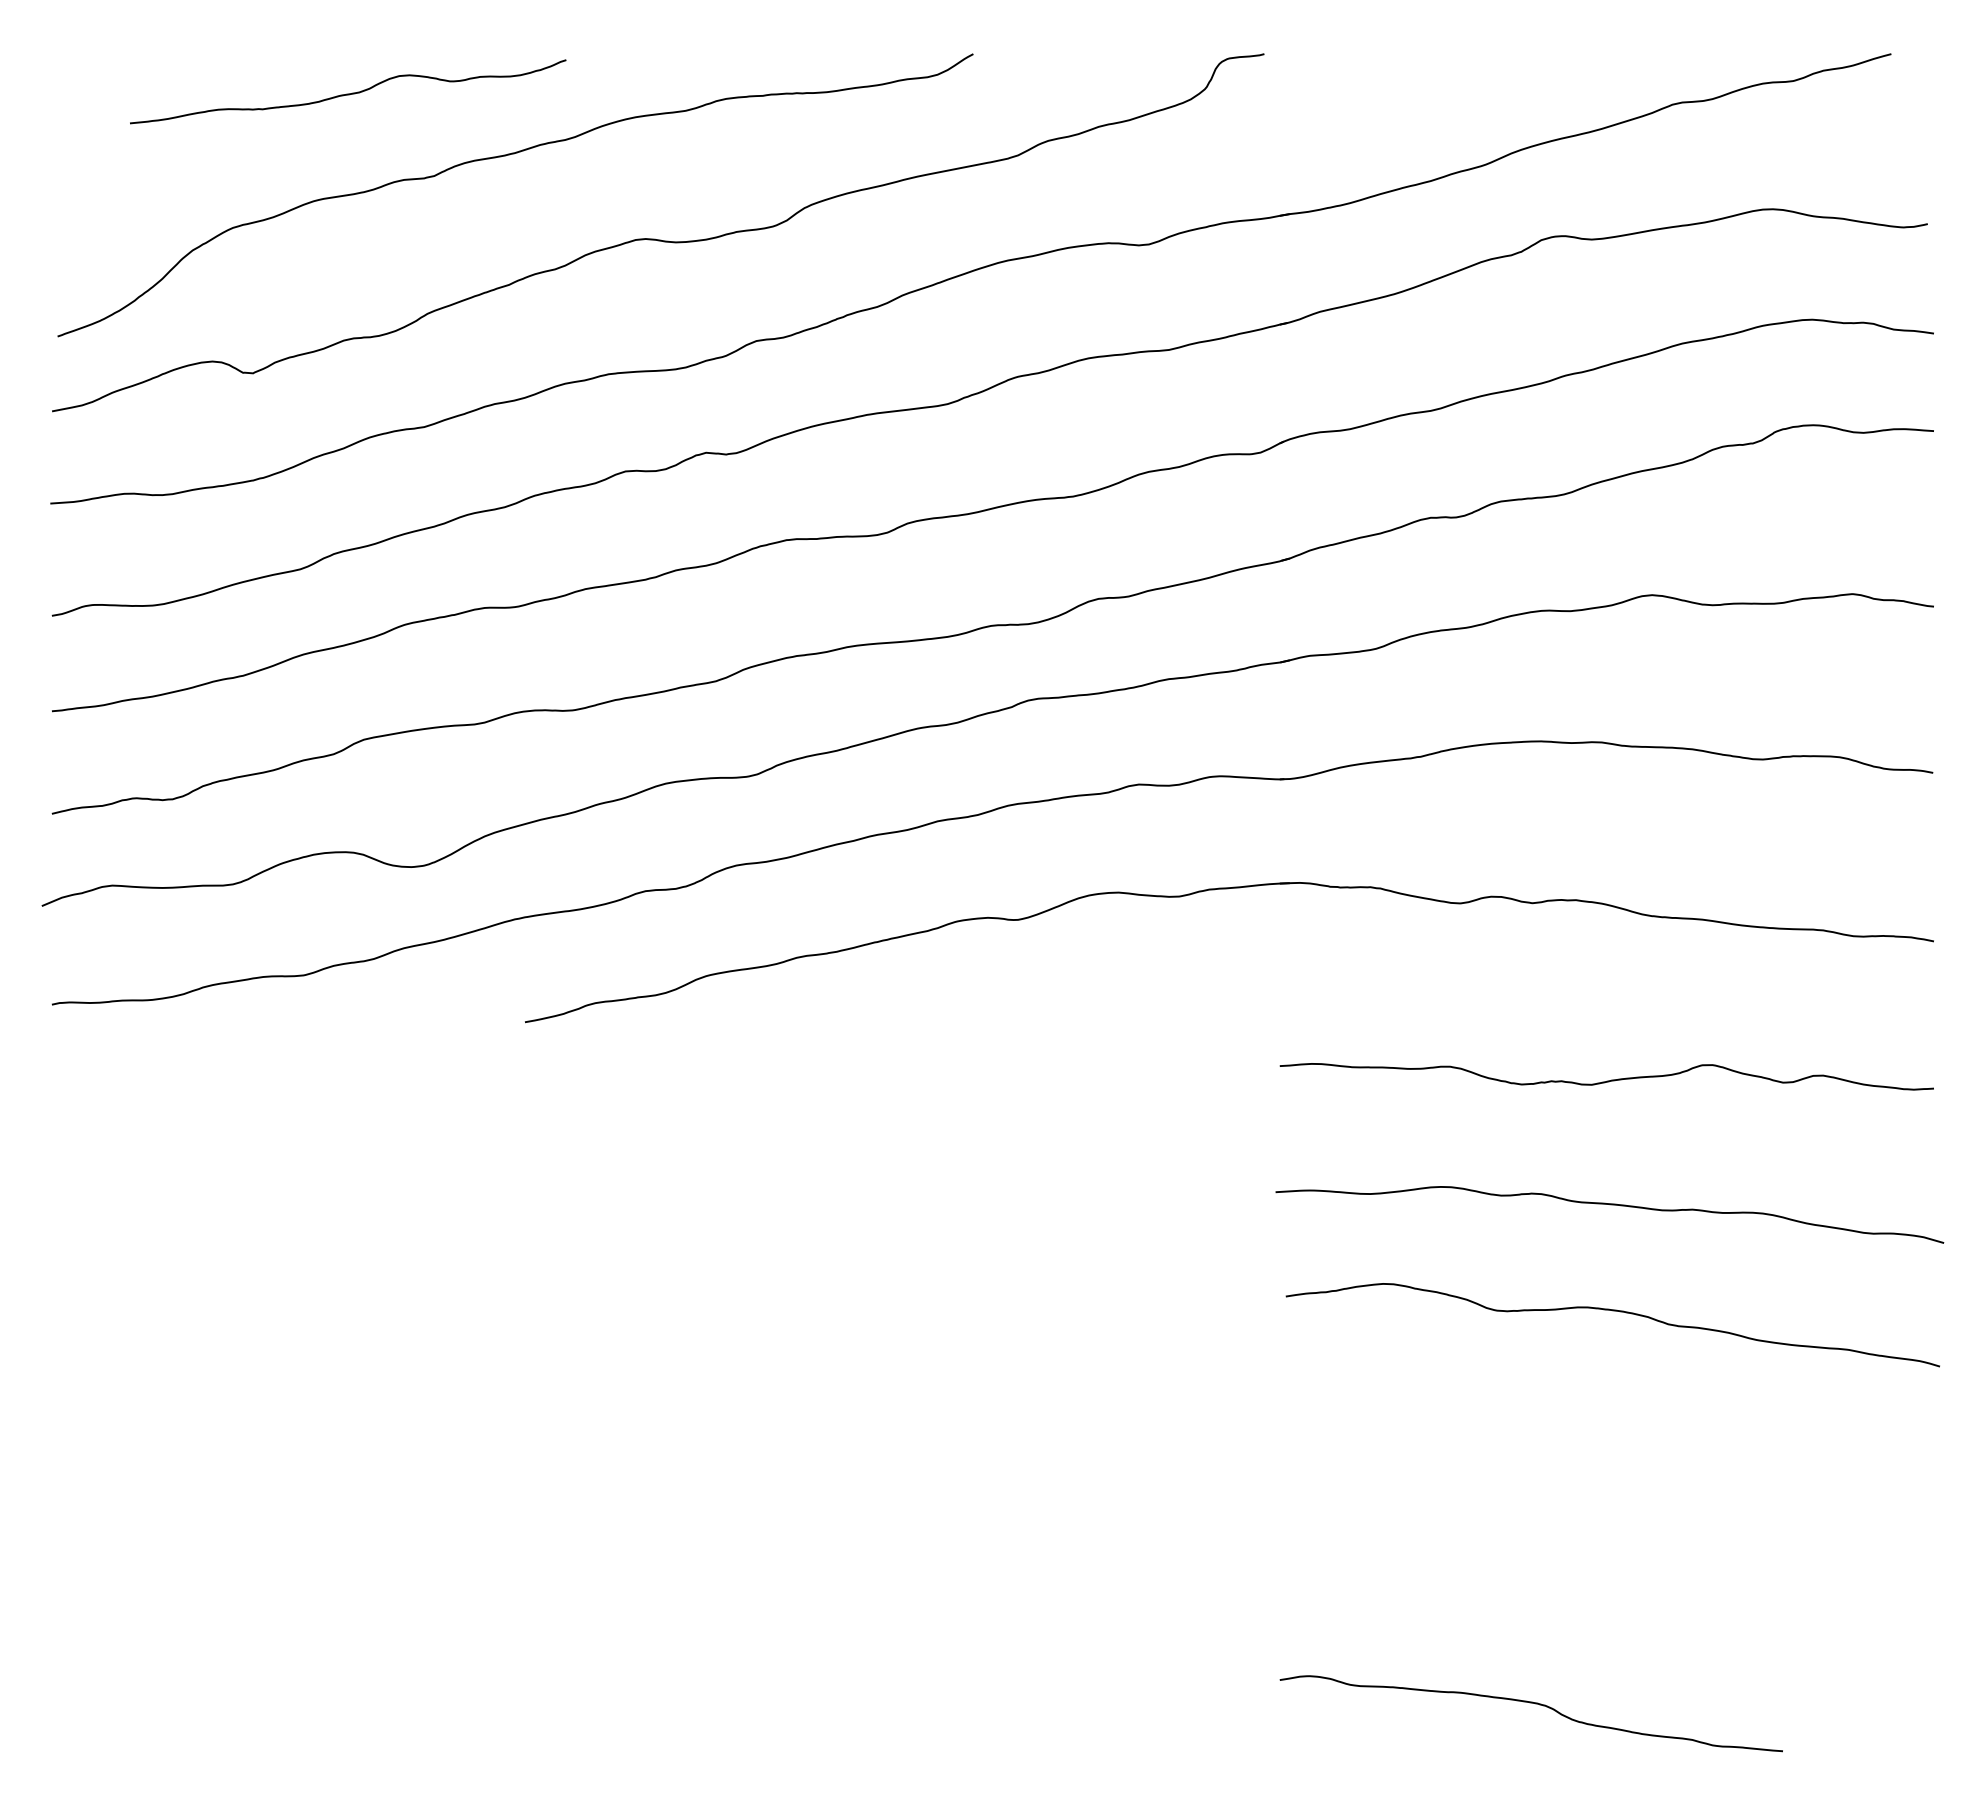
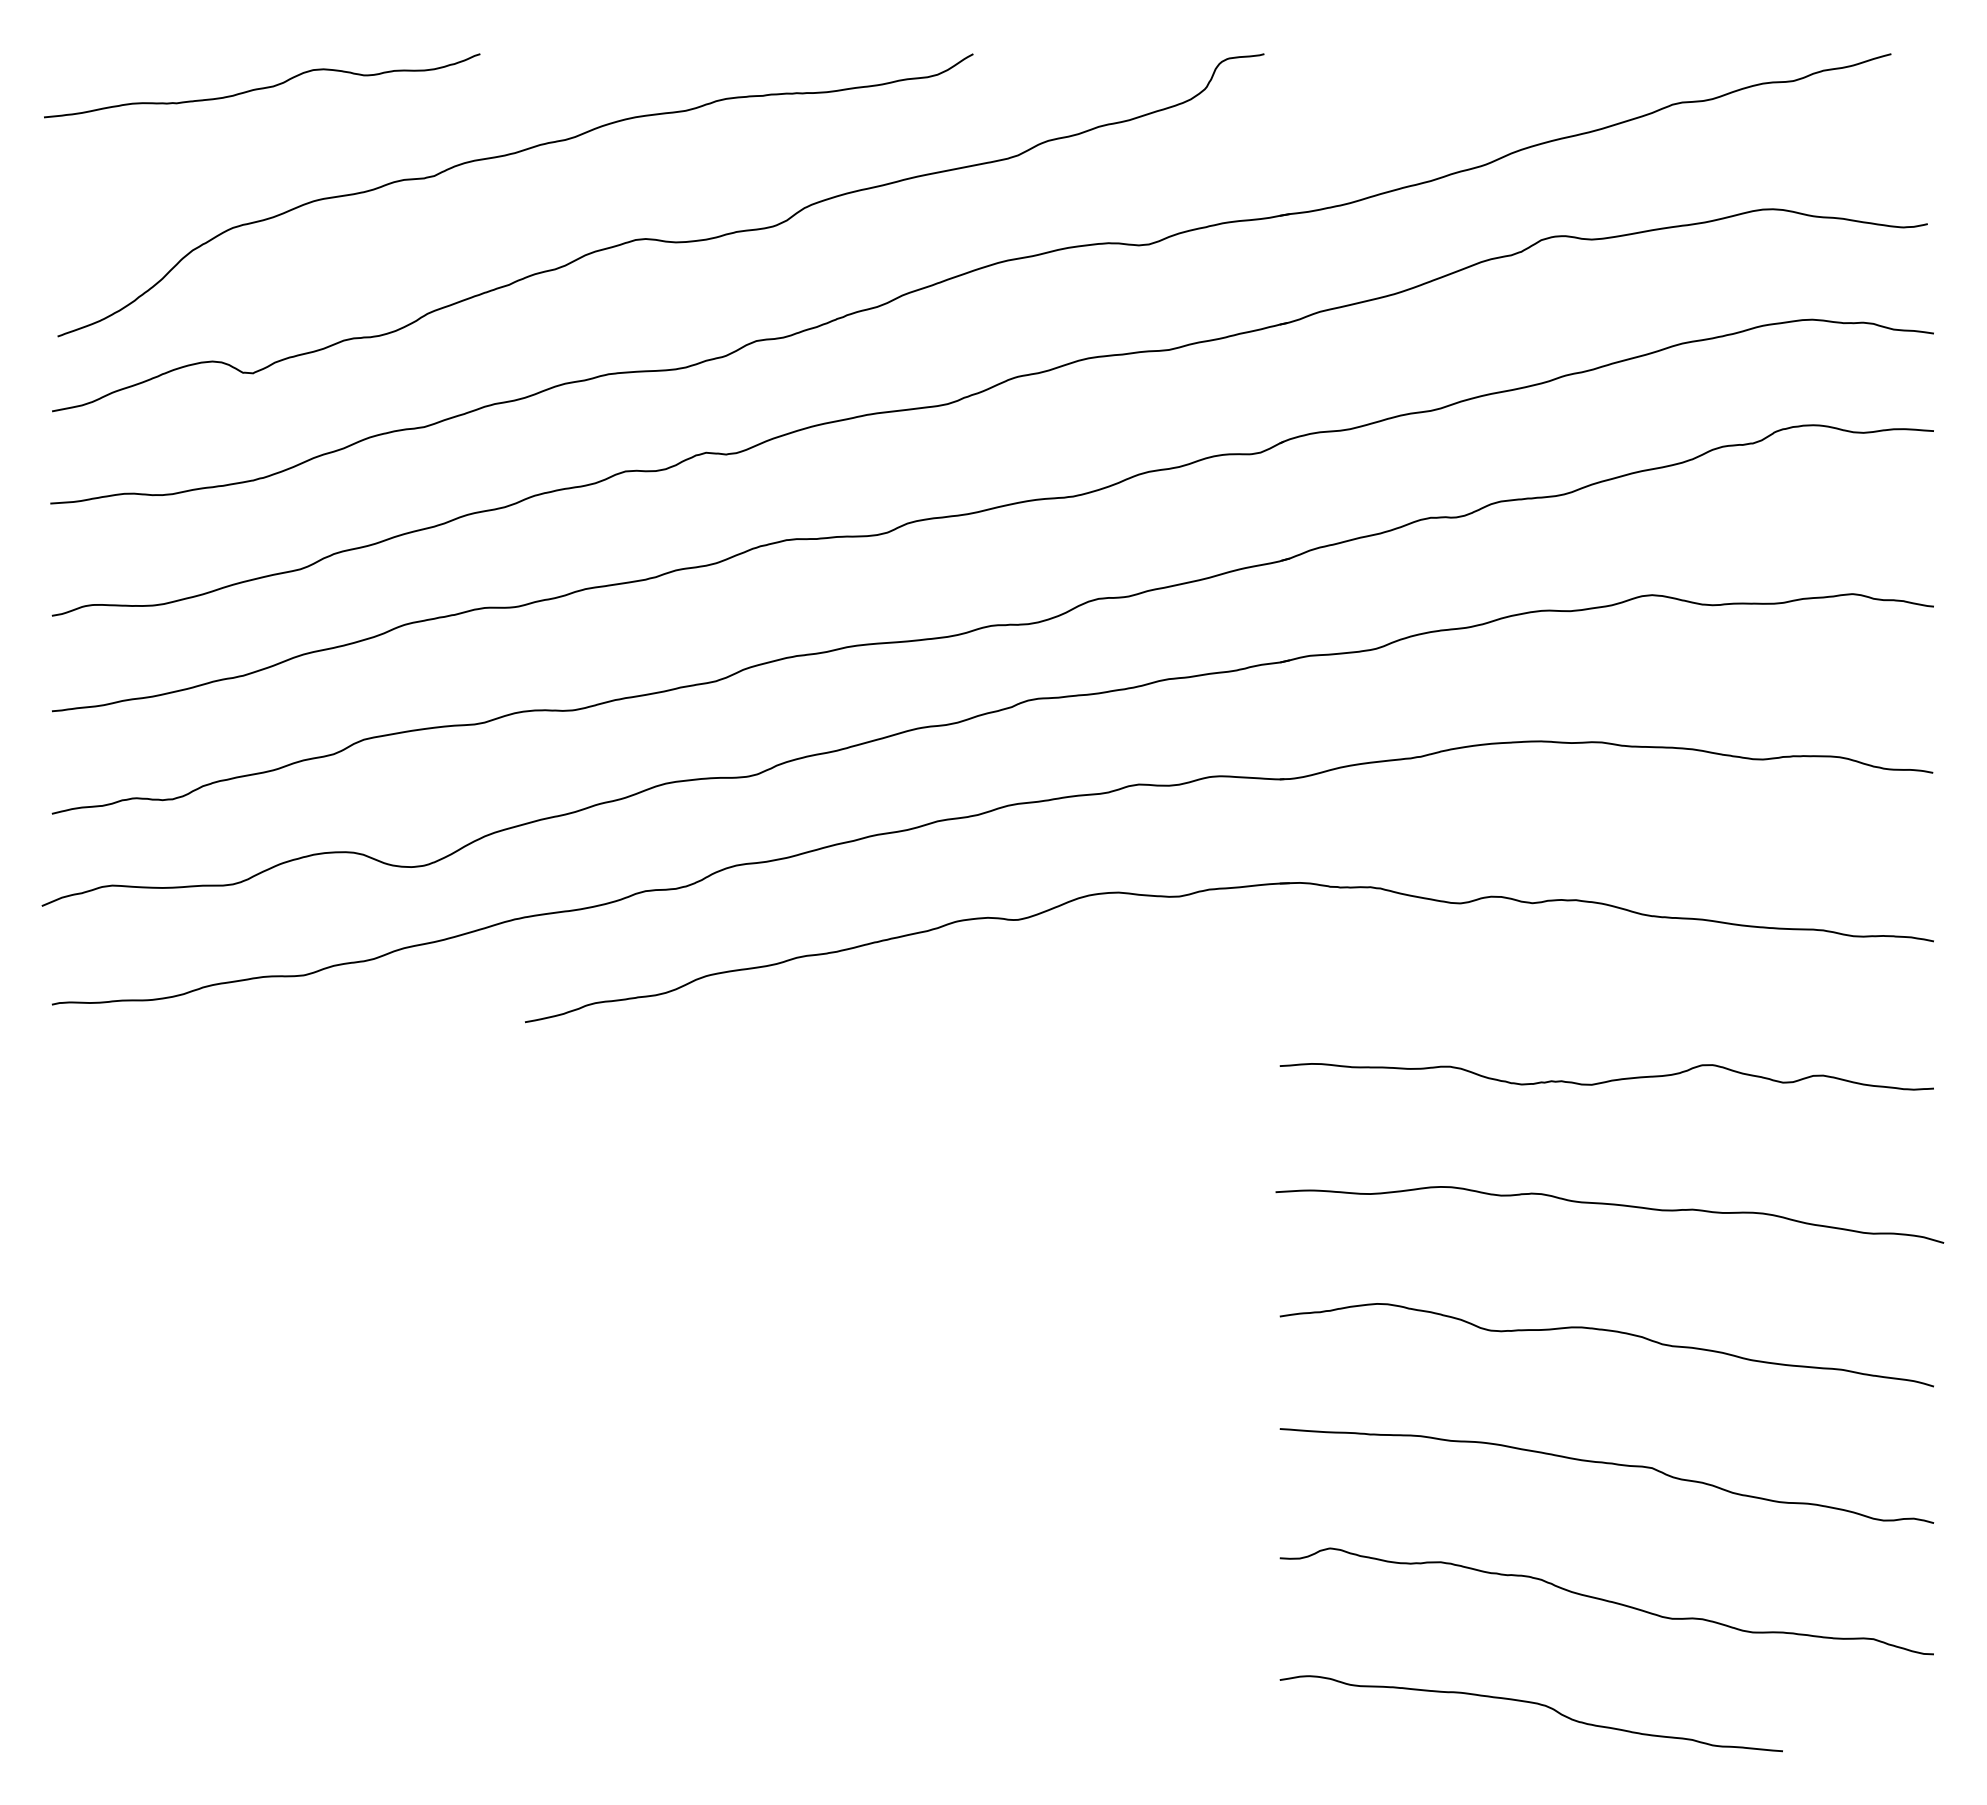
curve at (348, 93) position: (348, 93) -> (262, 87)
curve at (1612, 1311) position: (1612, 1311) -> (1606, 1331)
curve at (1607, 1464): none -> present
curve at (1606, 1601): none -> present
